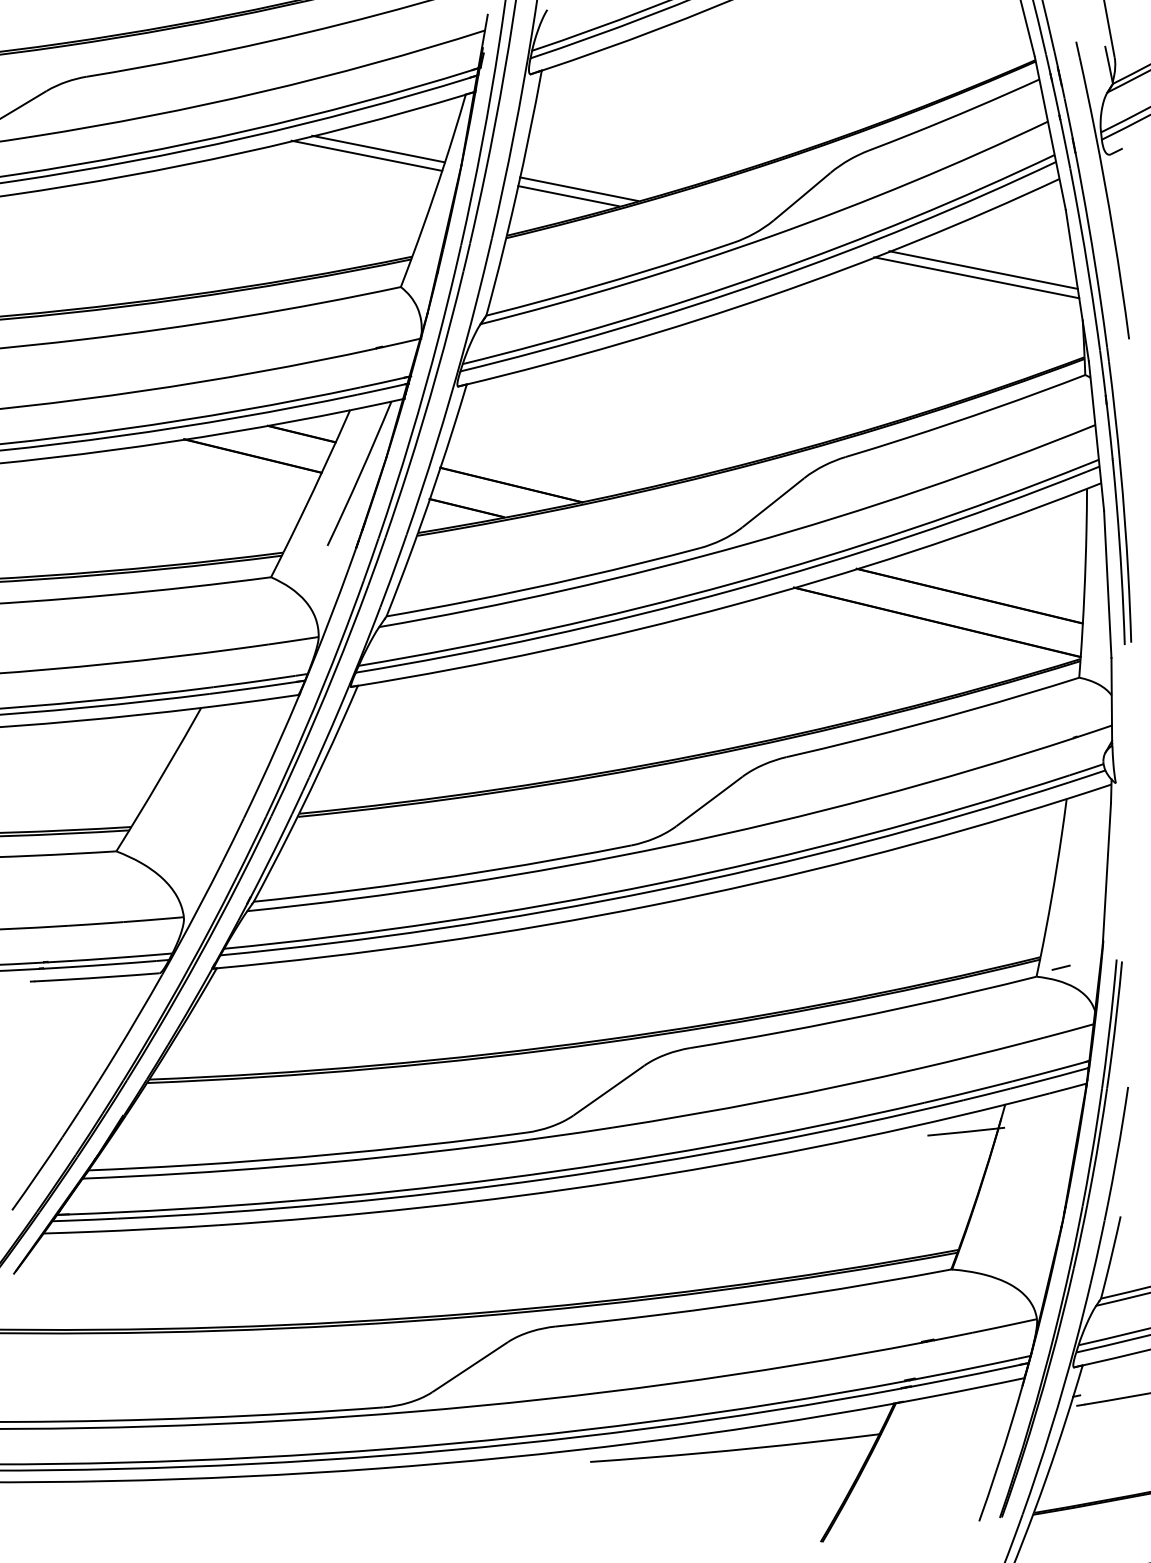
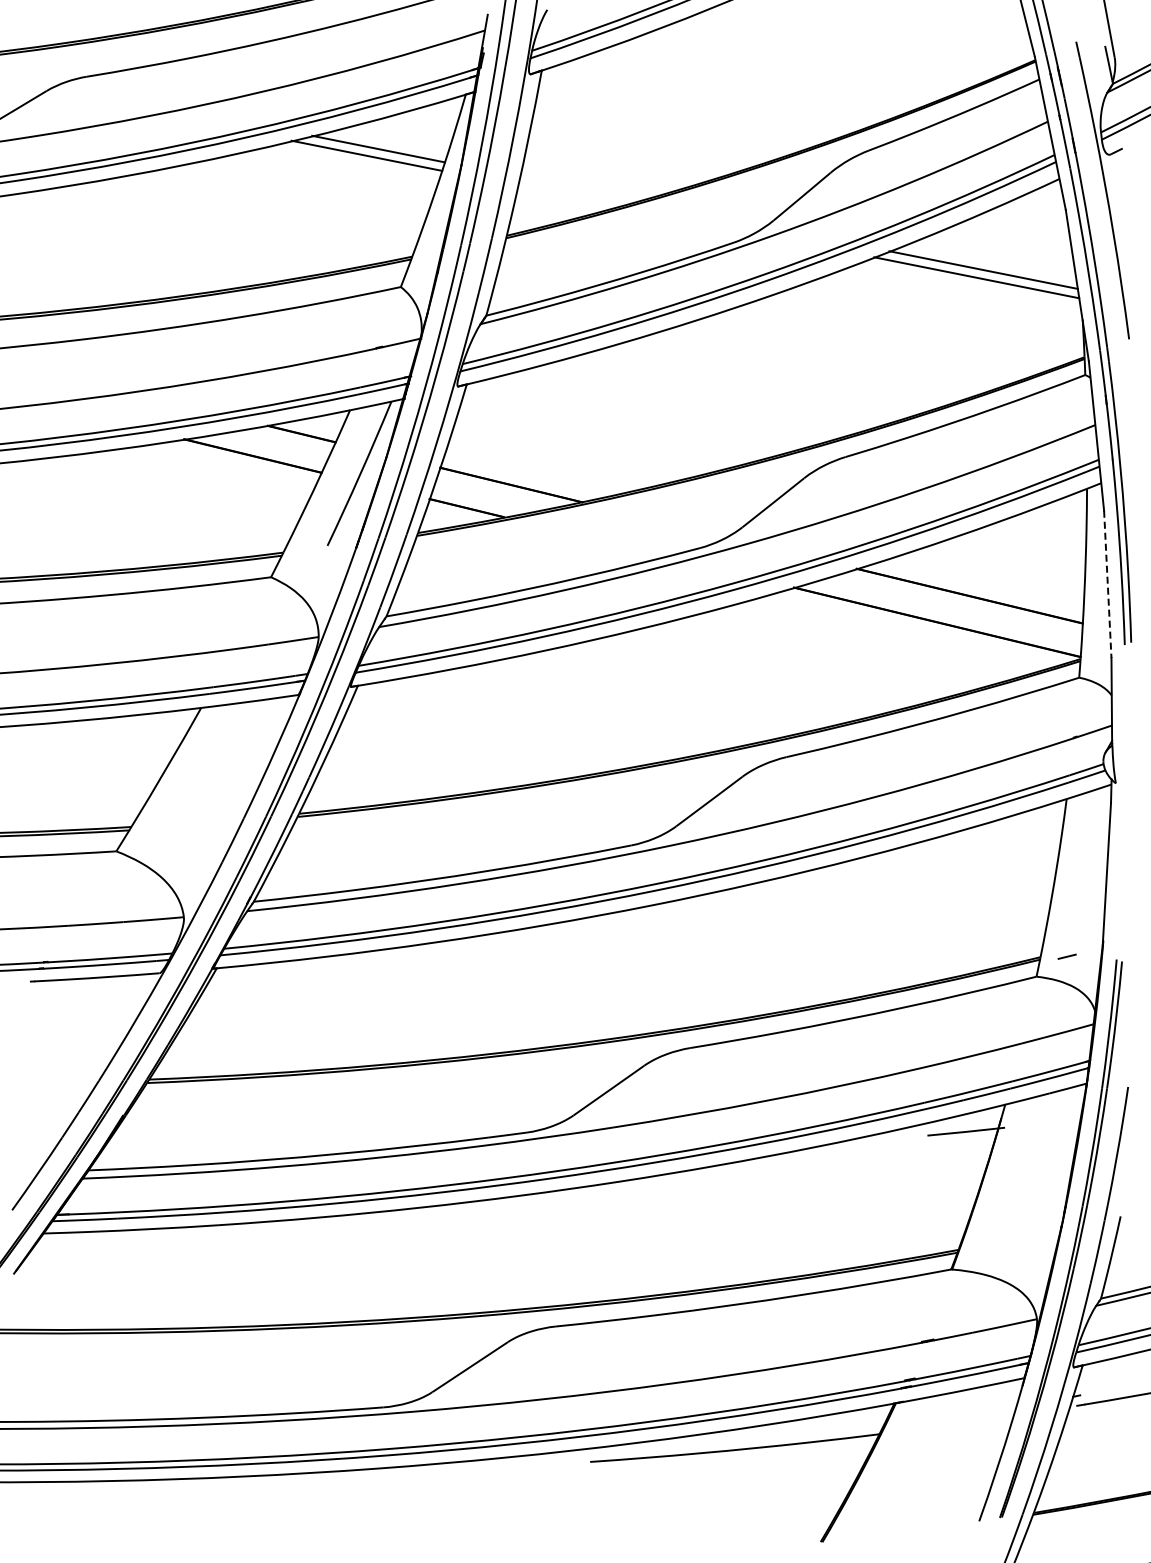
line at (579, 189): present -> none
line at (568, 196): present -> none
line at (1107, 584): solid -> dashed
line at (1060, 967) position: (1060, 967) -> (1066, 956)
